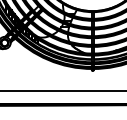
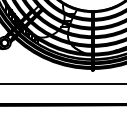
line at (62, 91) position: (62, 91) -> (62, 84)
